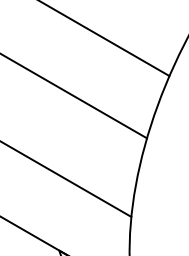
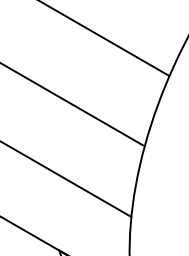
line at (74, 96) position: (74, 96) -> (72, 104)
